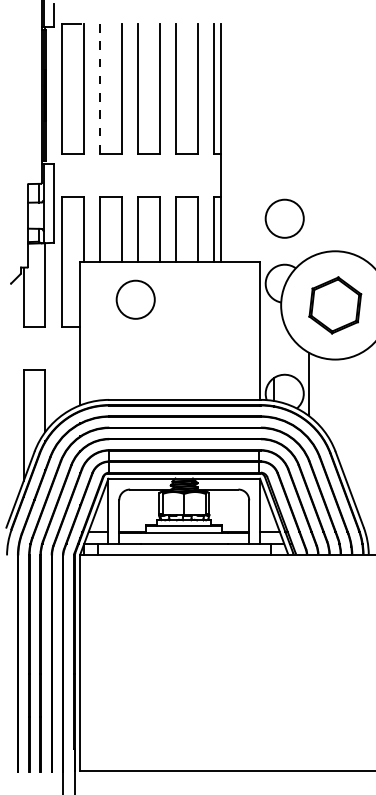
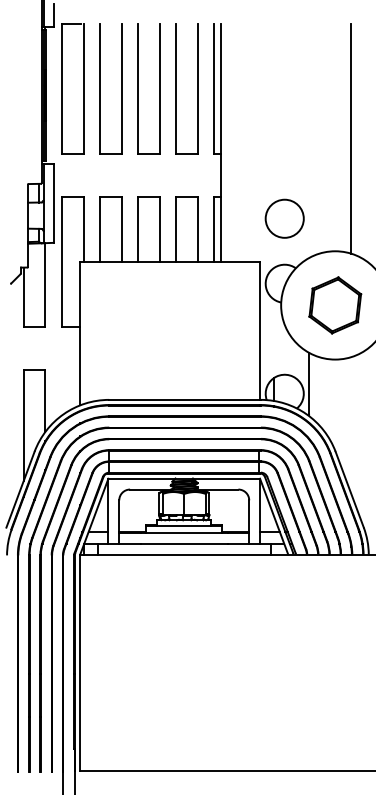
line at (100, 88): dashed -> solid
line at (351, 138): none -> present
circle at (135, 299): present -> none
